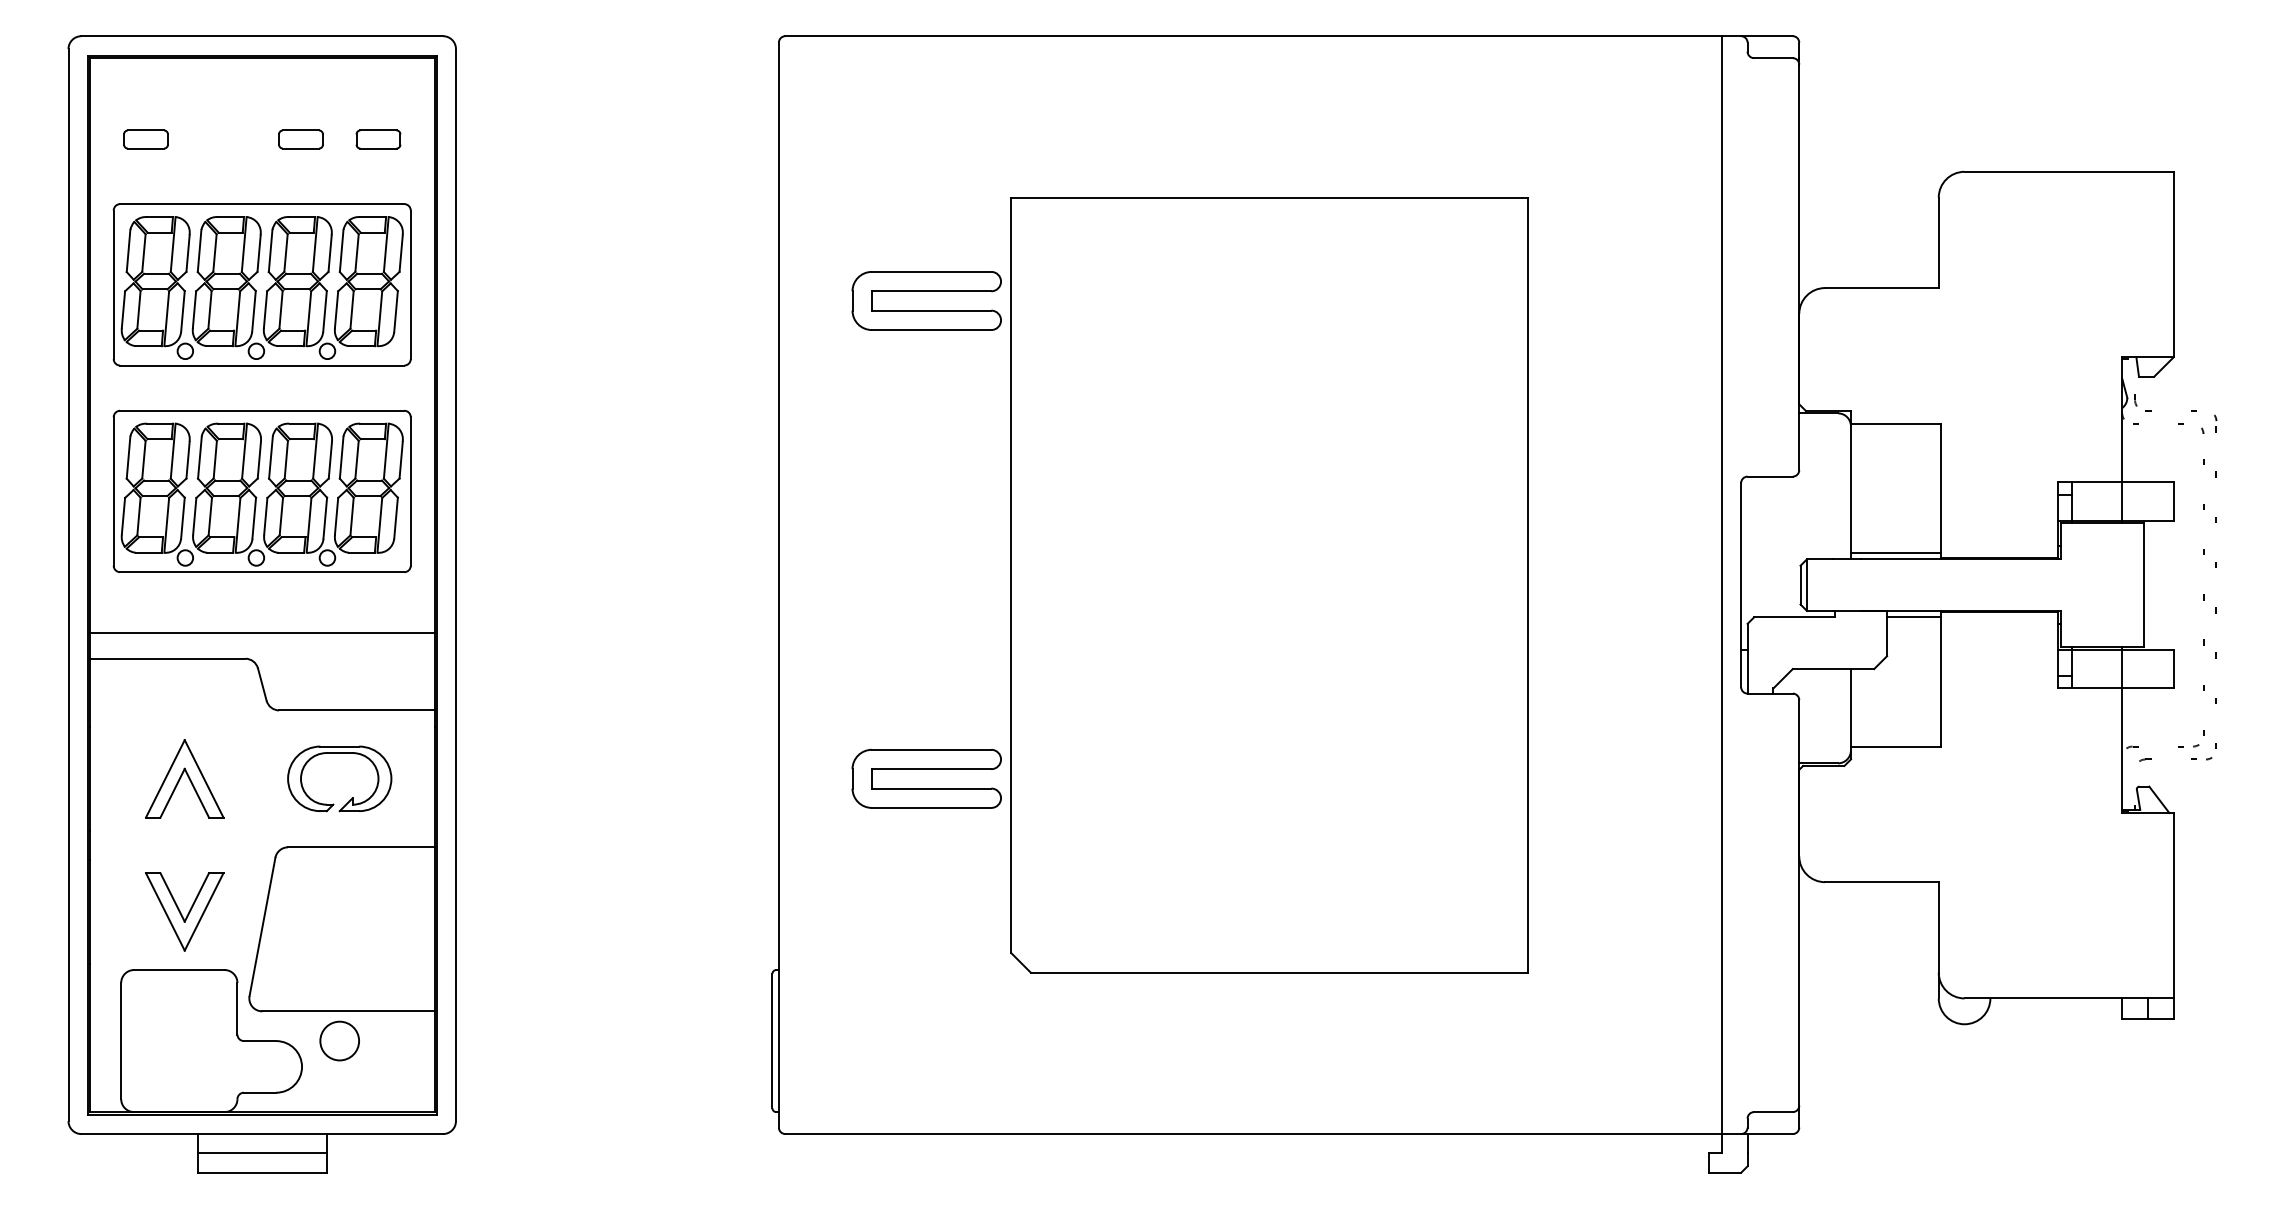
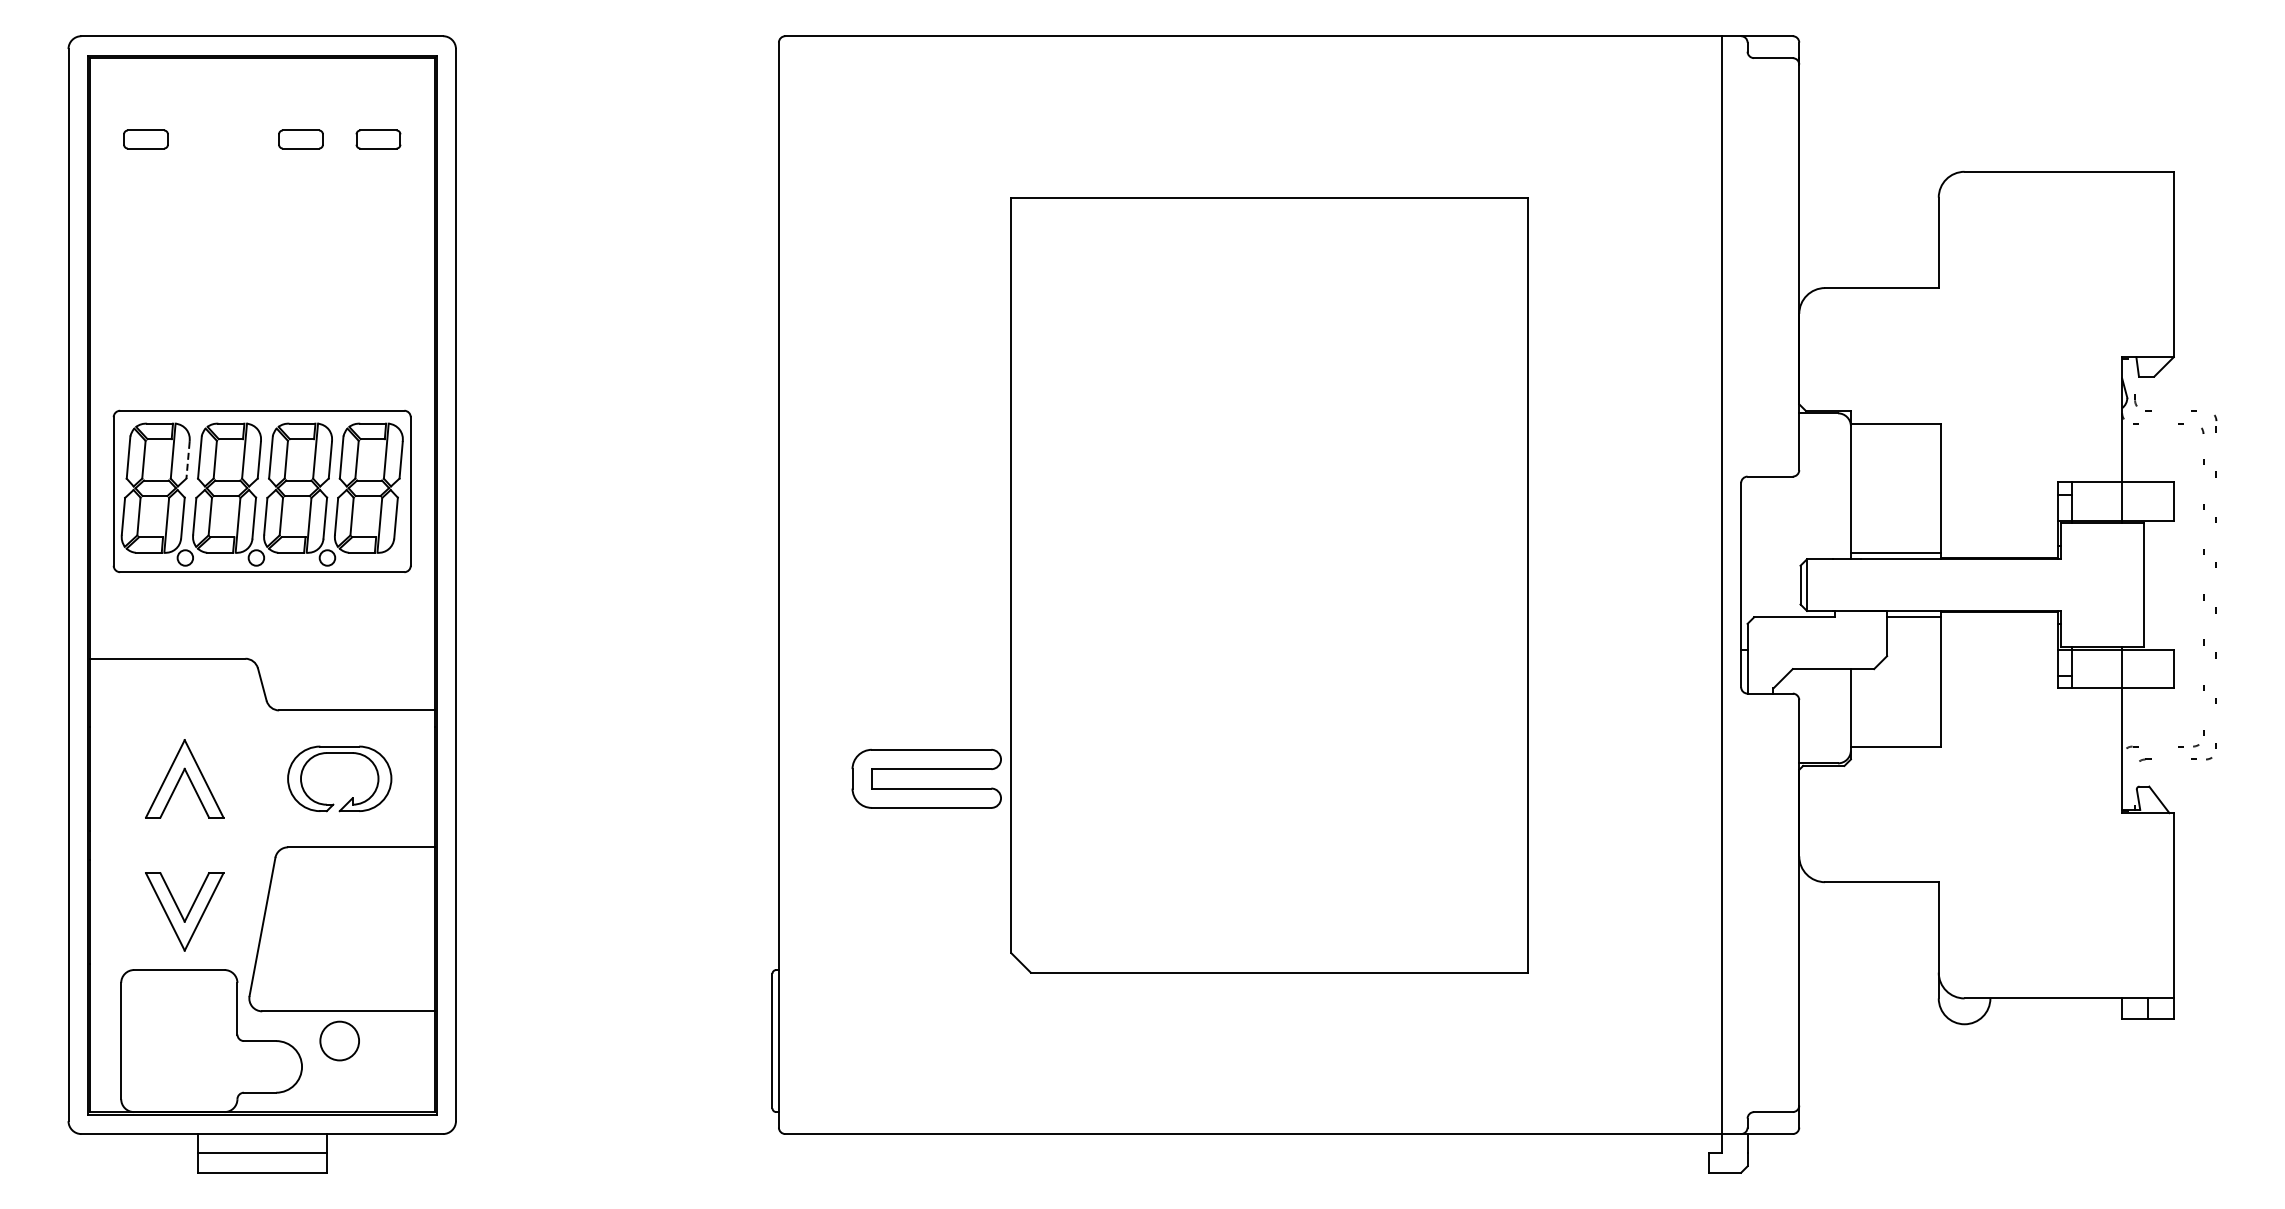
part at (261, 284): present -> none
part at (926, 291): present -> none
line at (188, 460): solid -> dashed
line at (261, 632): present -> none
